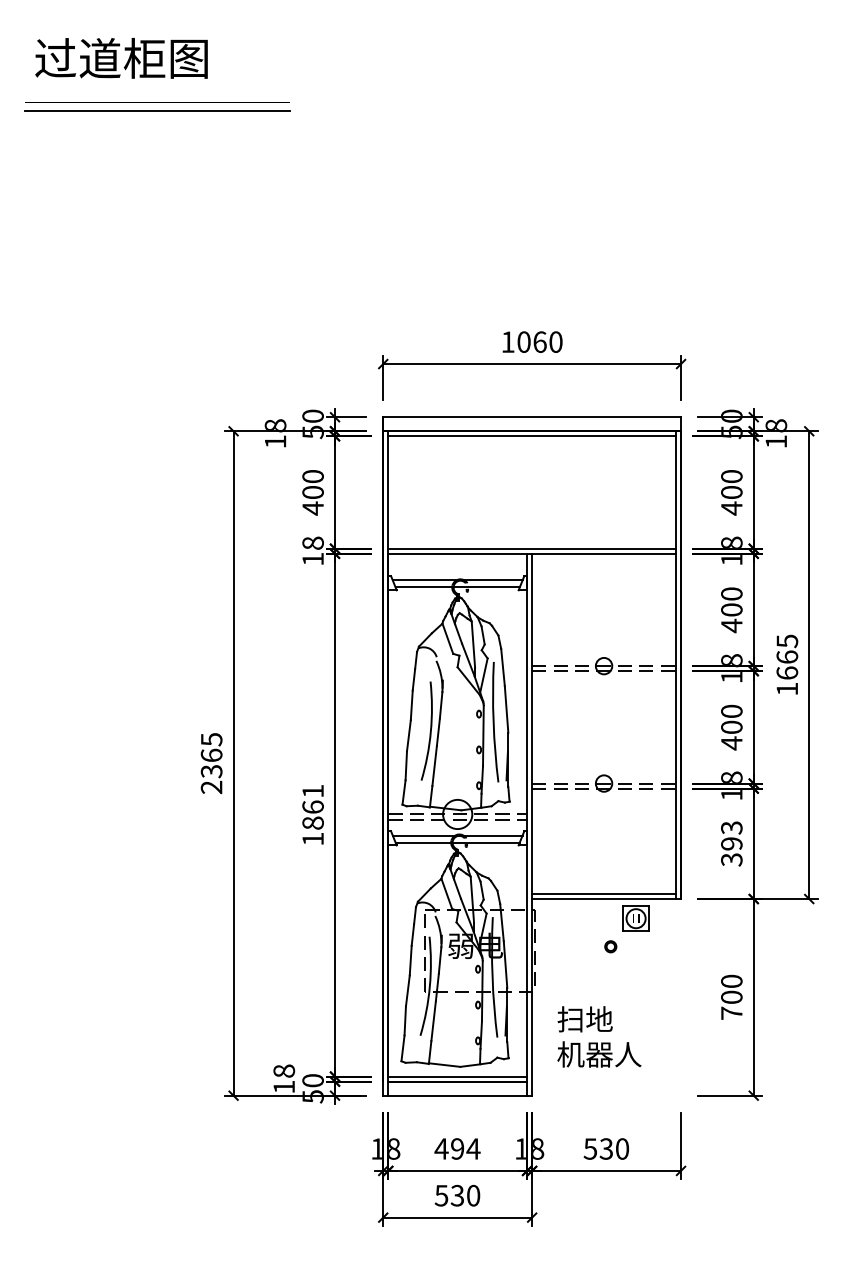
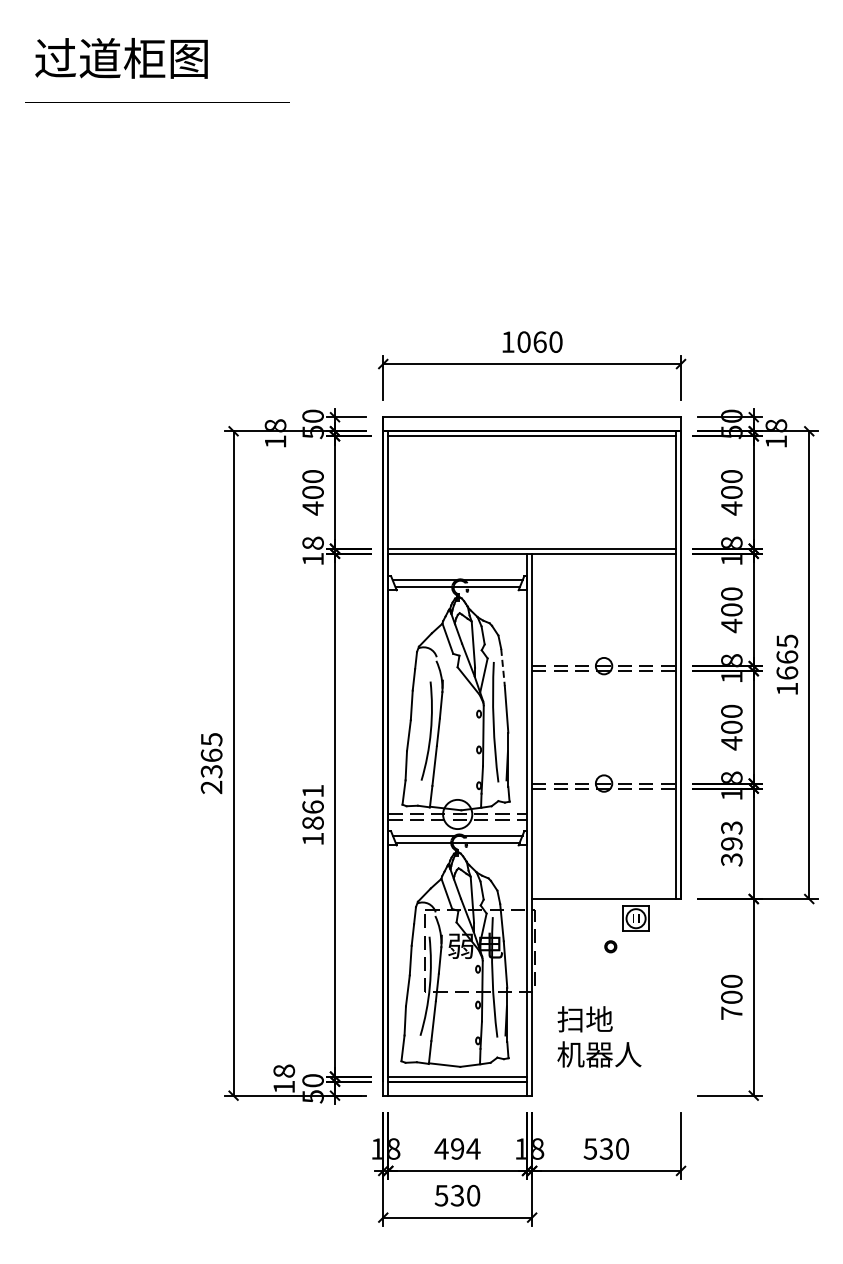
line at (157, 110): present -> none
line at (503, 667): solid -> dashed
line at (603, 893): present -> none
